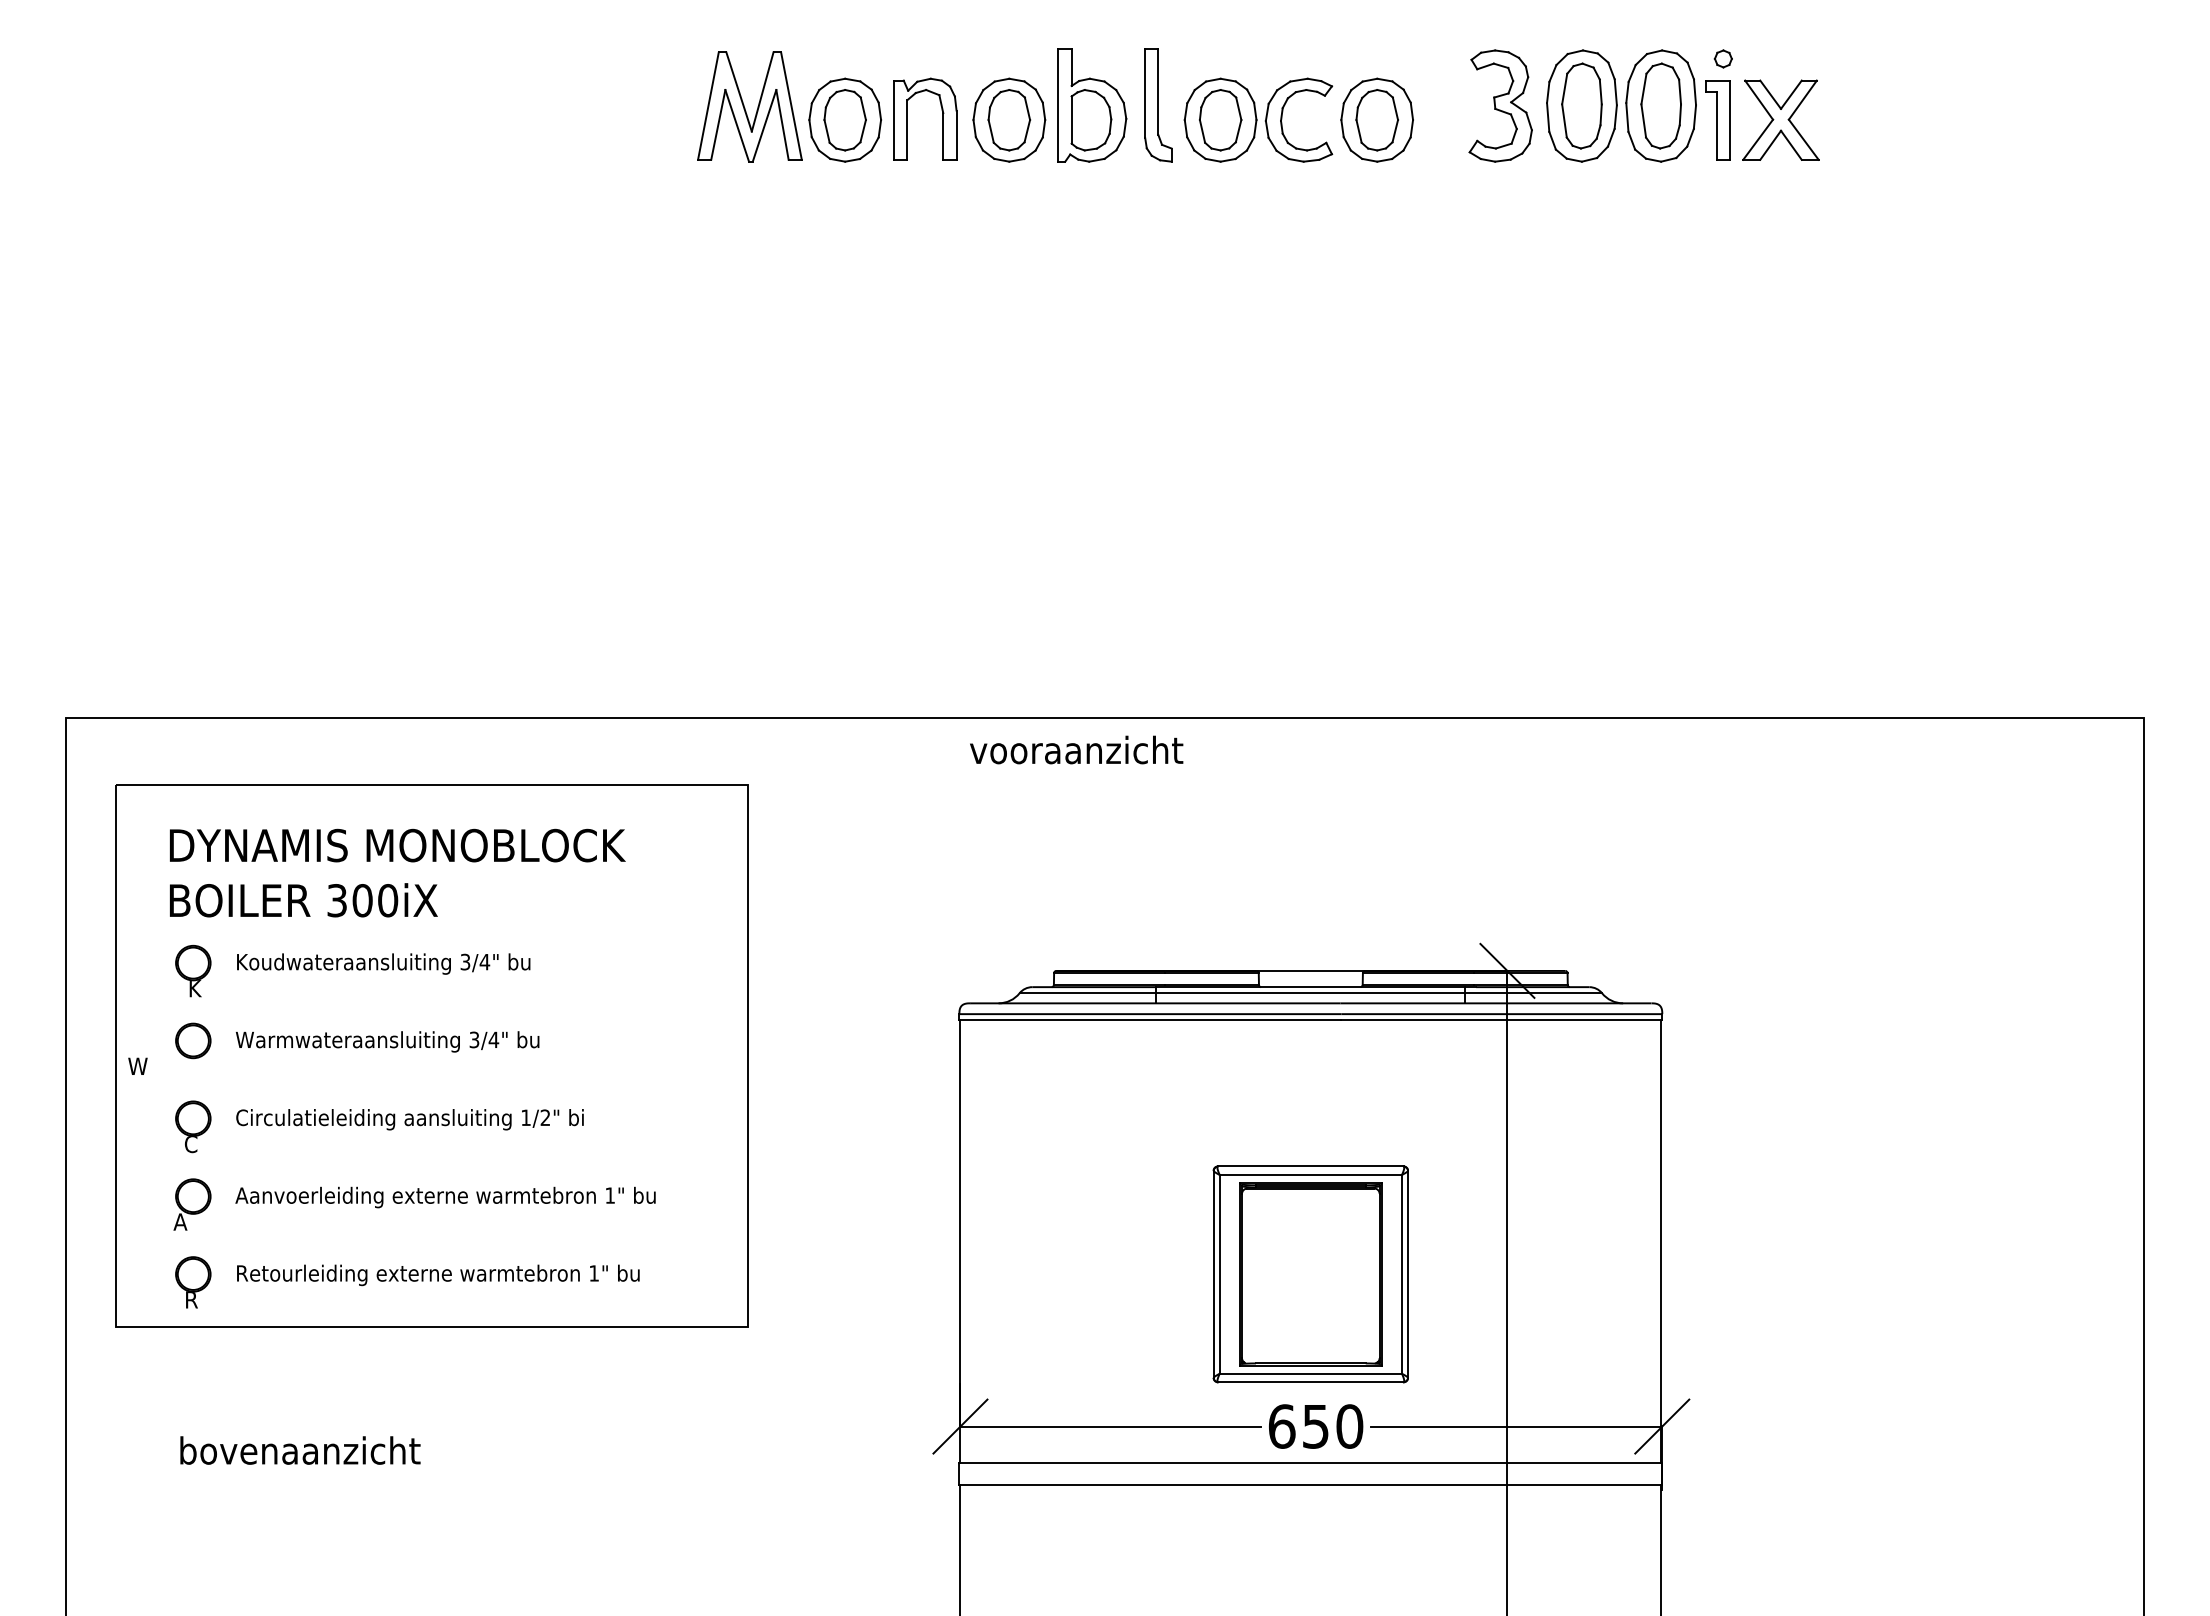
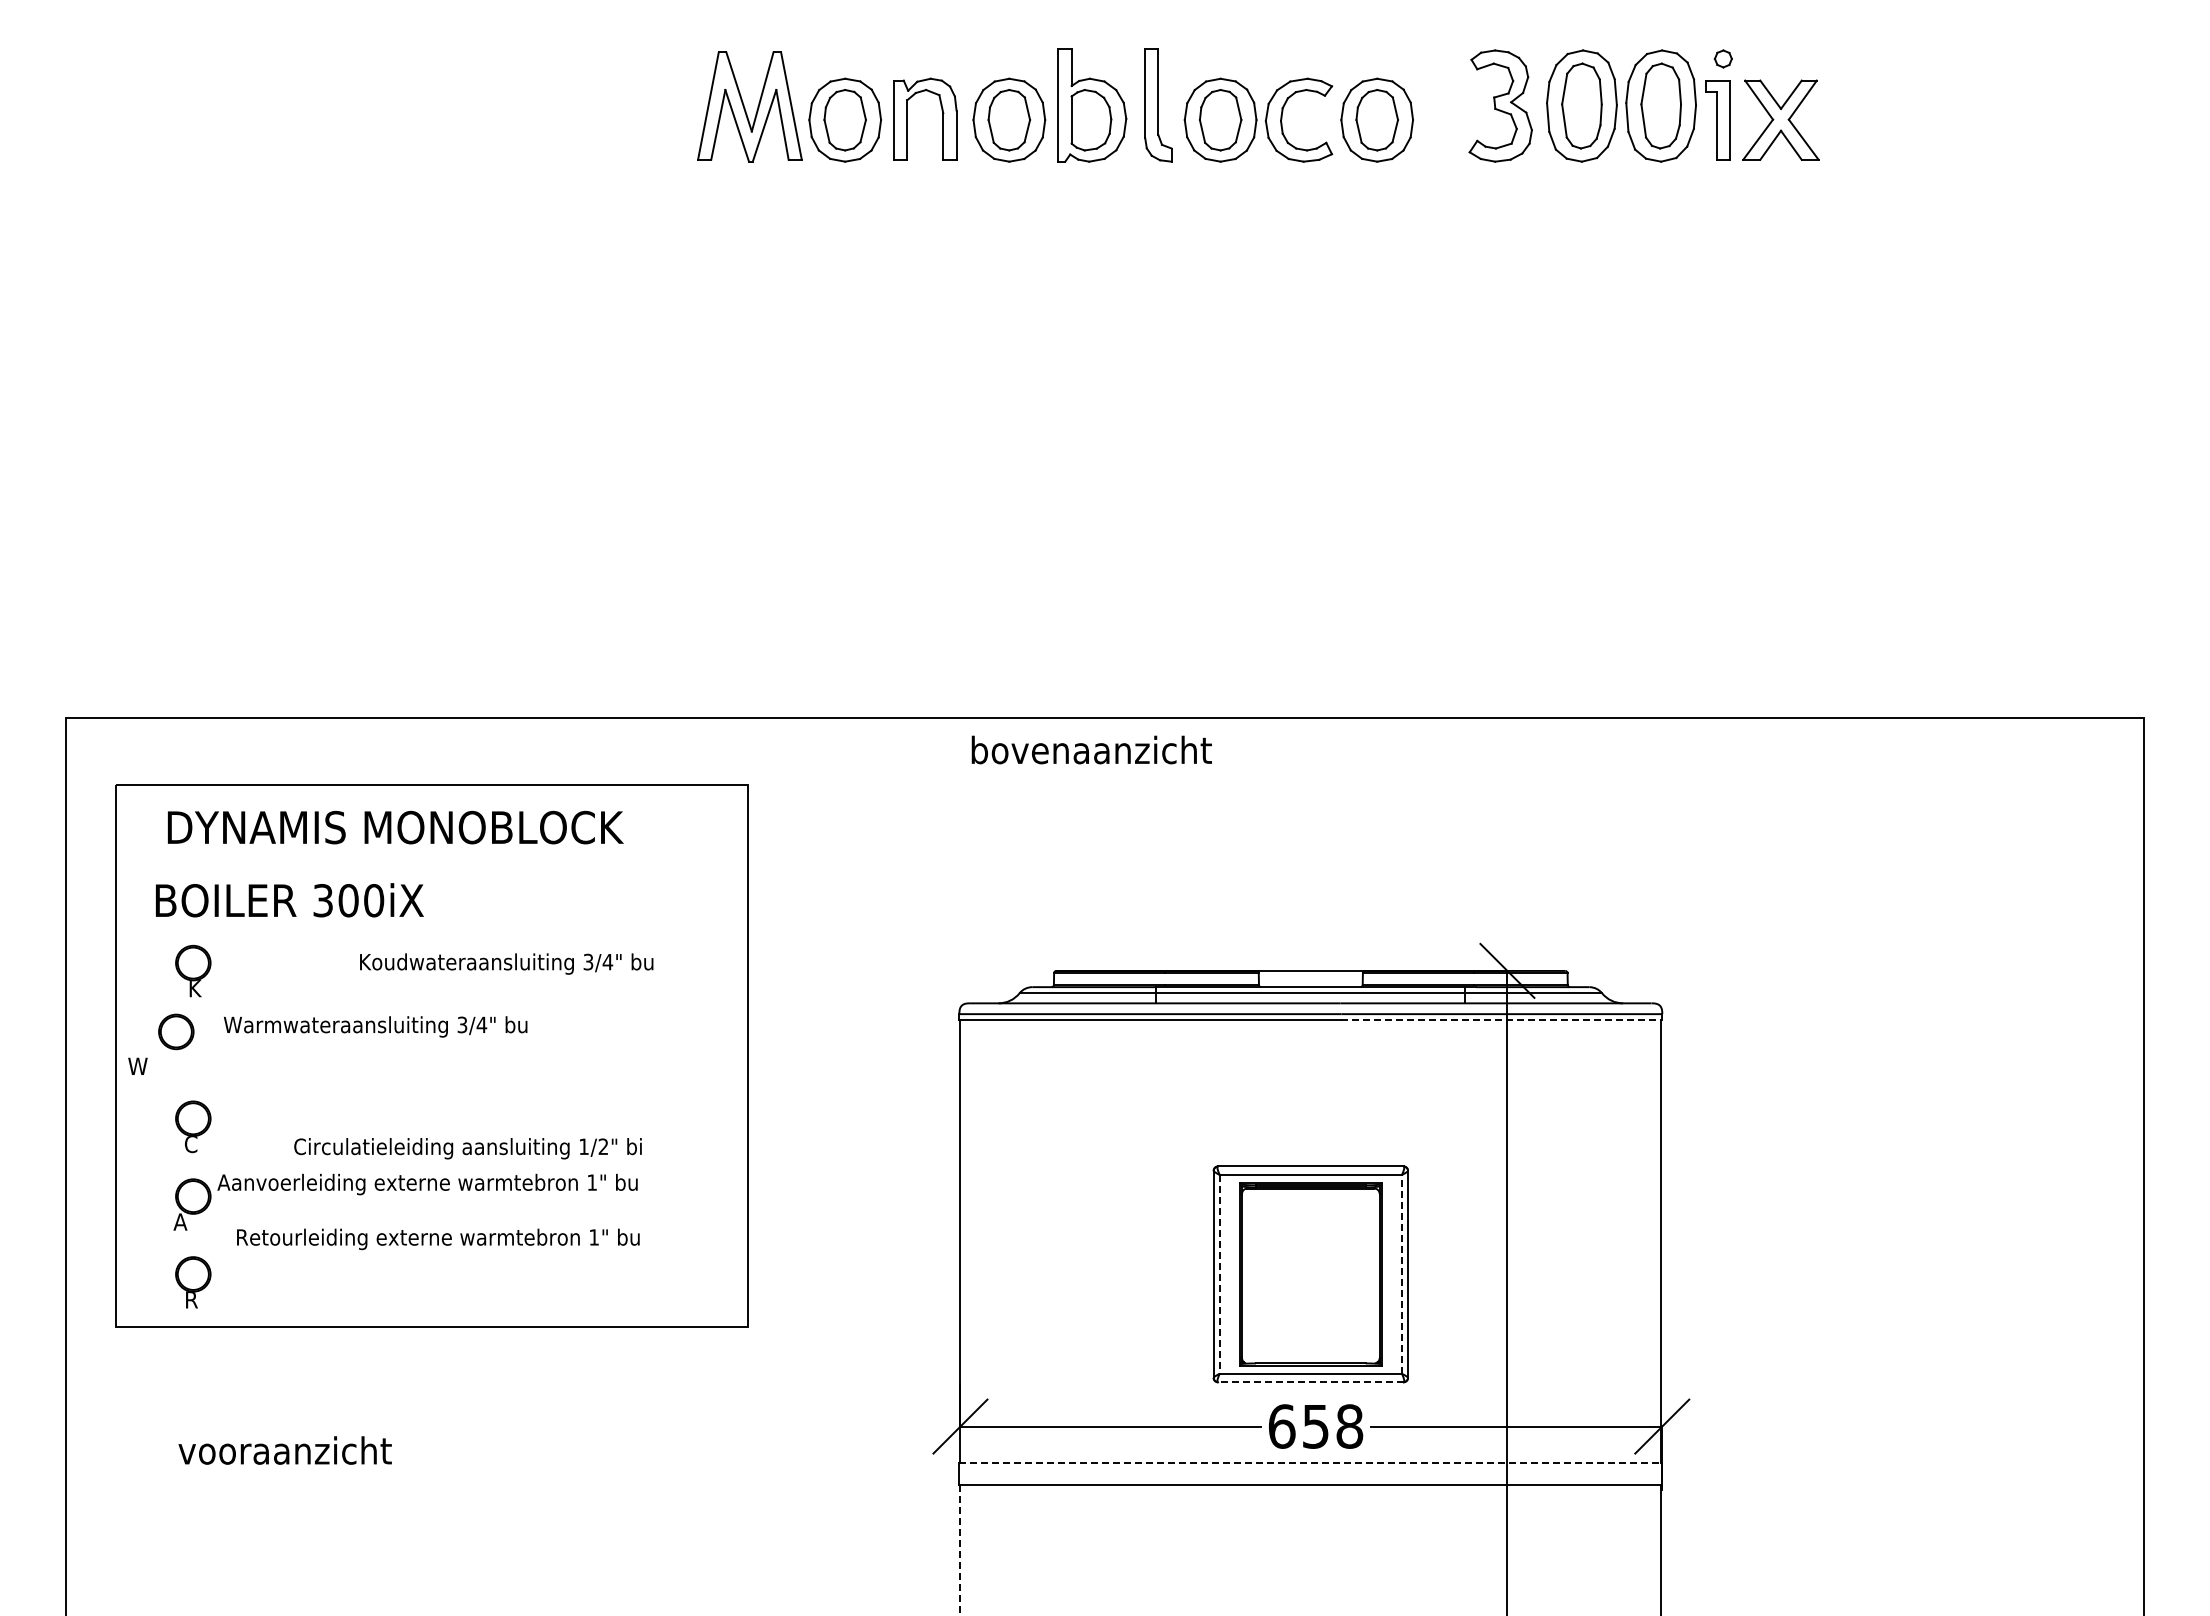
text at (1090, 749): vooraanzicht -> bovenaanzicht
text at (397, 845) position: (397, 845) -> (395, 827)
text at (303, 900) position: (303, 900) -> (289, 900)
text at (383, 963) position: (383, 963) -> (506, 963)
line at (1502, 1019): solid -> dashed
part at (193, 1040) position: (193, 1040) -> (176, 1031)
text at (387, 1041) position: (387, 1041) -> (375, 1026)
text at (409, 1119) position: (409, 1119) -> (467, 1148)
text at (445, 1197) position: (445, 1197) -> (427, 1184)
line at (1401, 1273): solid -> dashed
line at (1219, 1274): solid -> dashed
text at (438, 1275) position: (438, 1275) -> (438, 1239)
line at (1310, 1382): solid -> dashed
text at (1349, 1426): 650 -> 658
text at (299, 1450): bovenaanzicht -> vooraanzicht
line at (1311, 1463): solid -> dashed
line at (960, 1550): solid -> dashed
